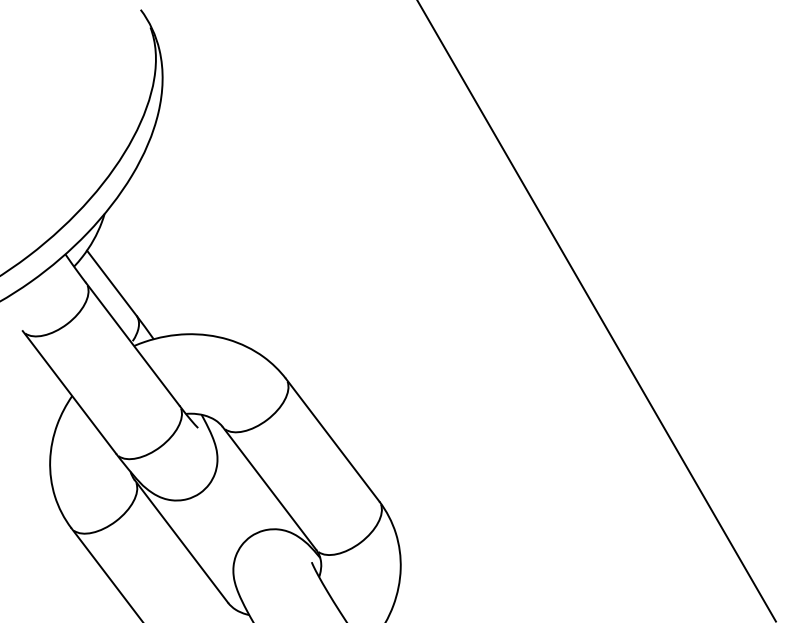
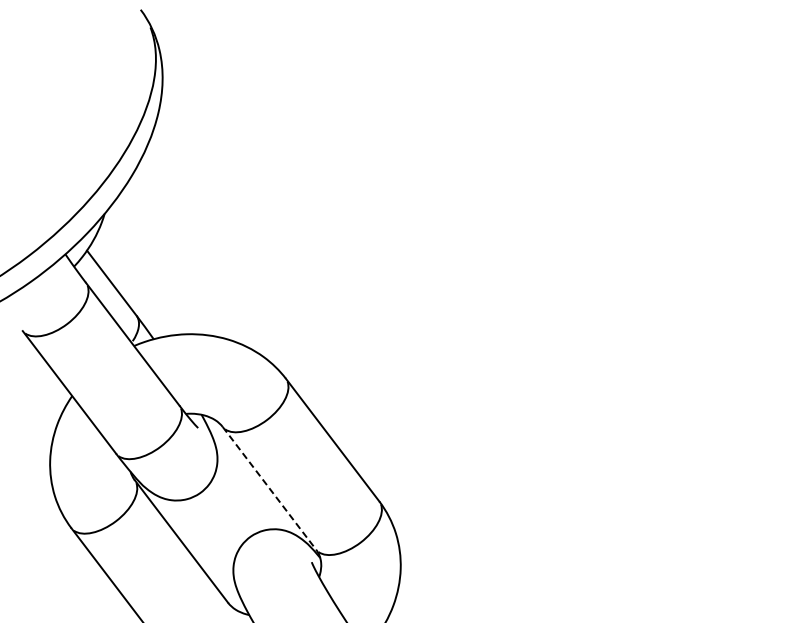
line at (596, 310): present -> none
line at (269, 488): solid -> dashed
